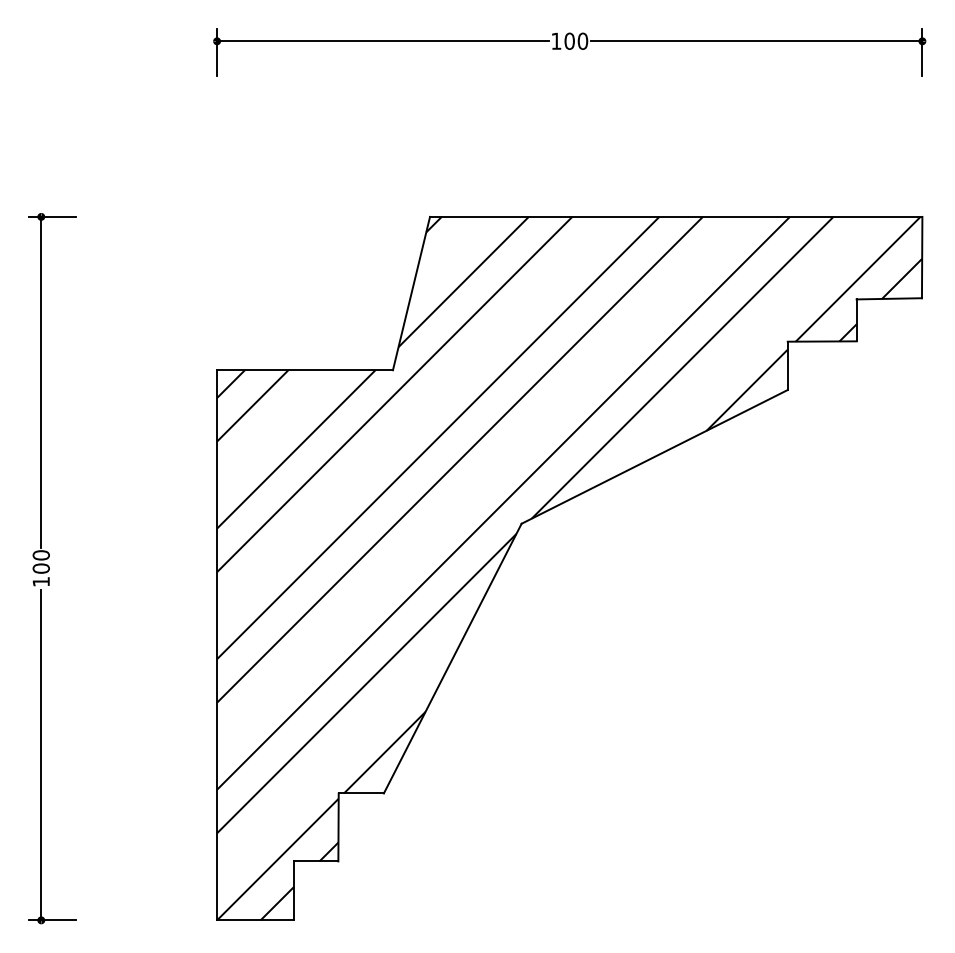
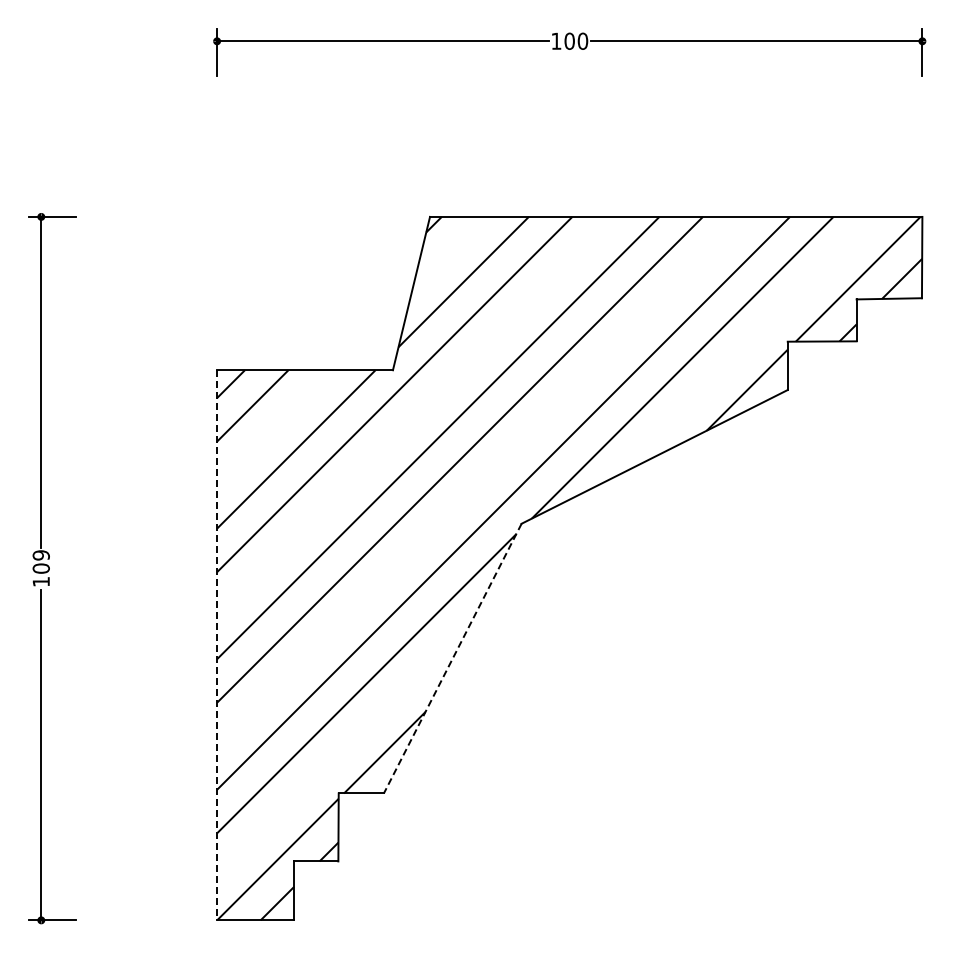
text at (41, 555): 100 -> 109
line at (217, 645): solid -> dashed
line at (452, 659): solid -> dashed
